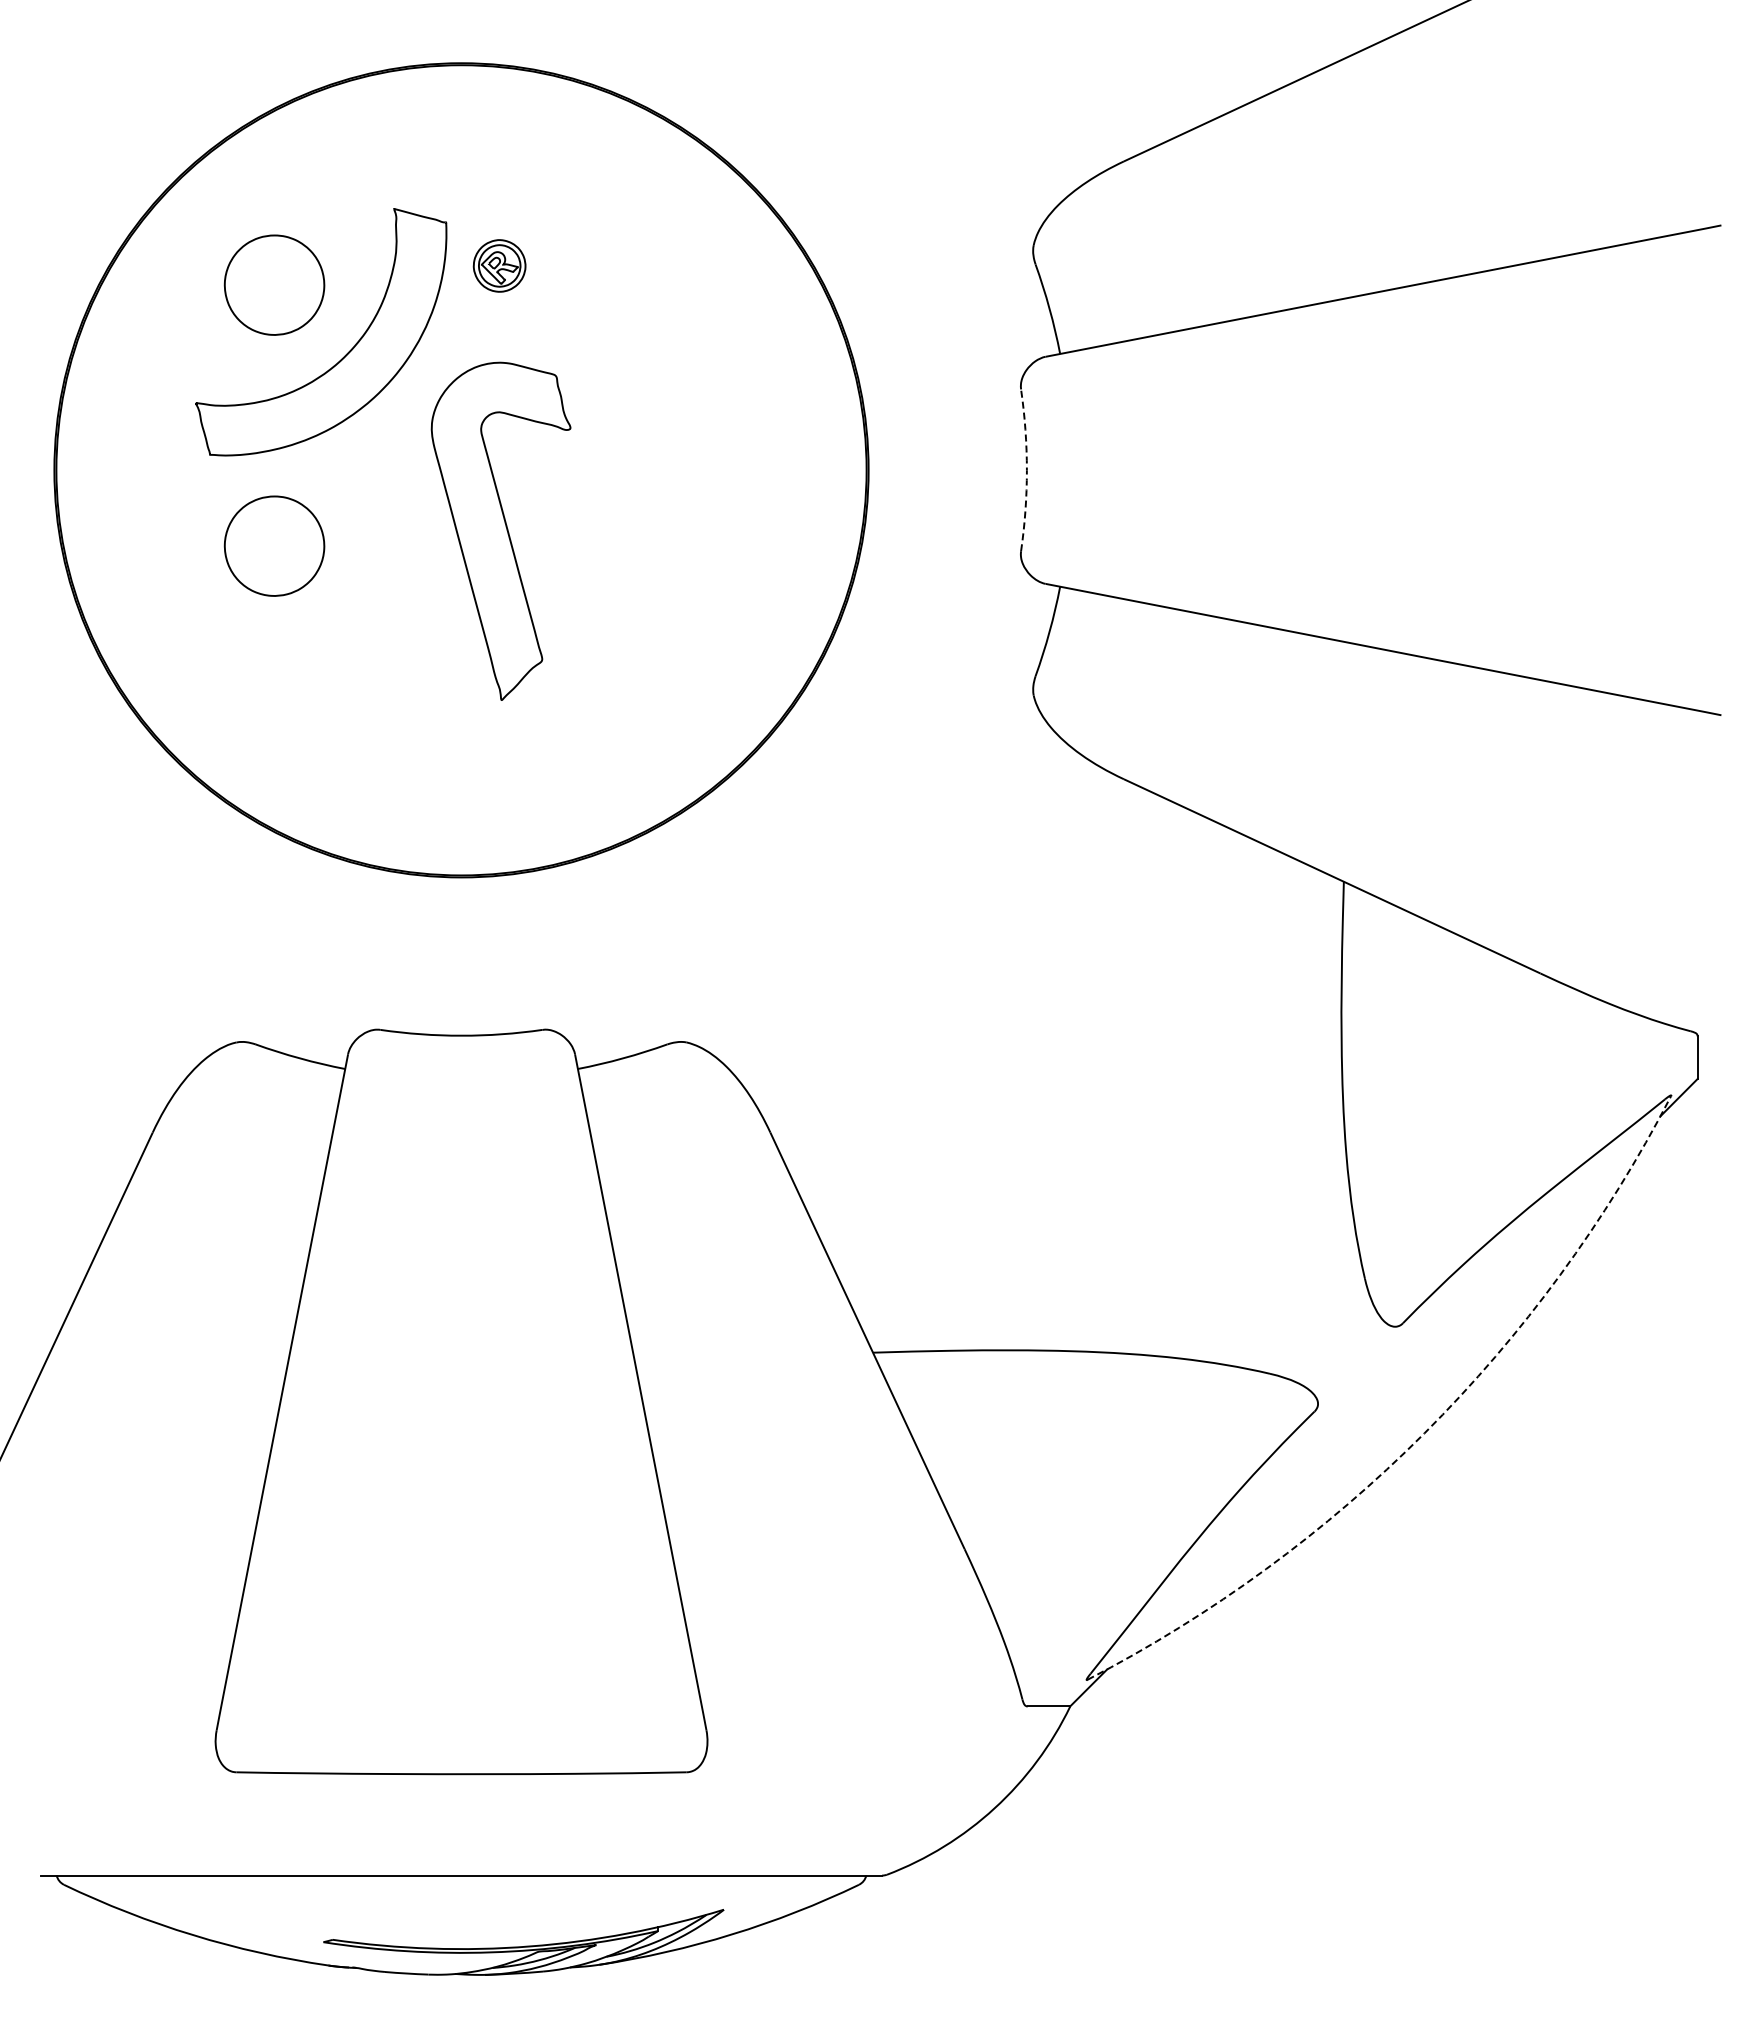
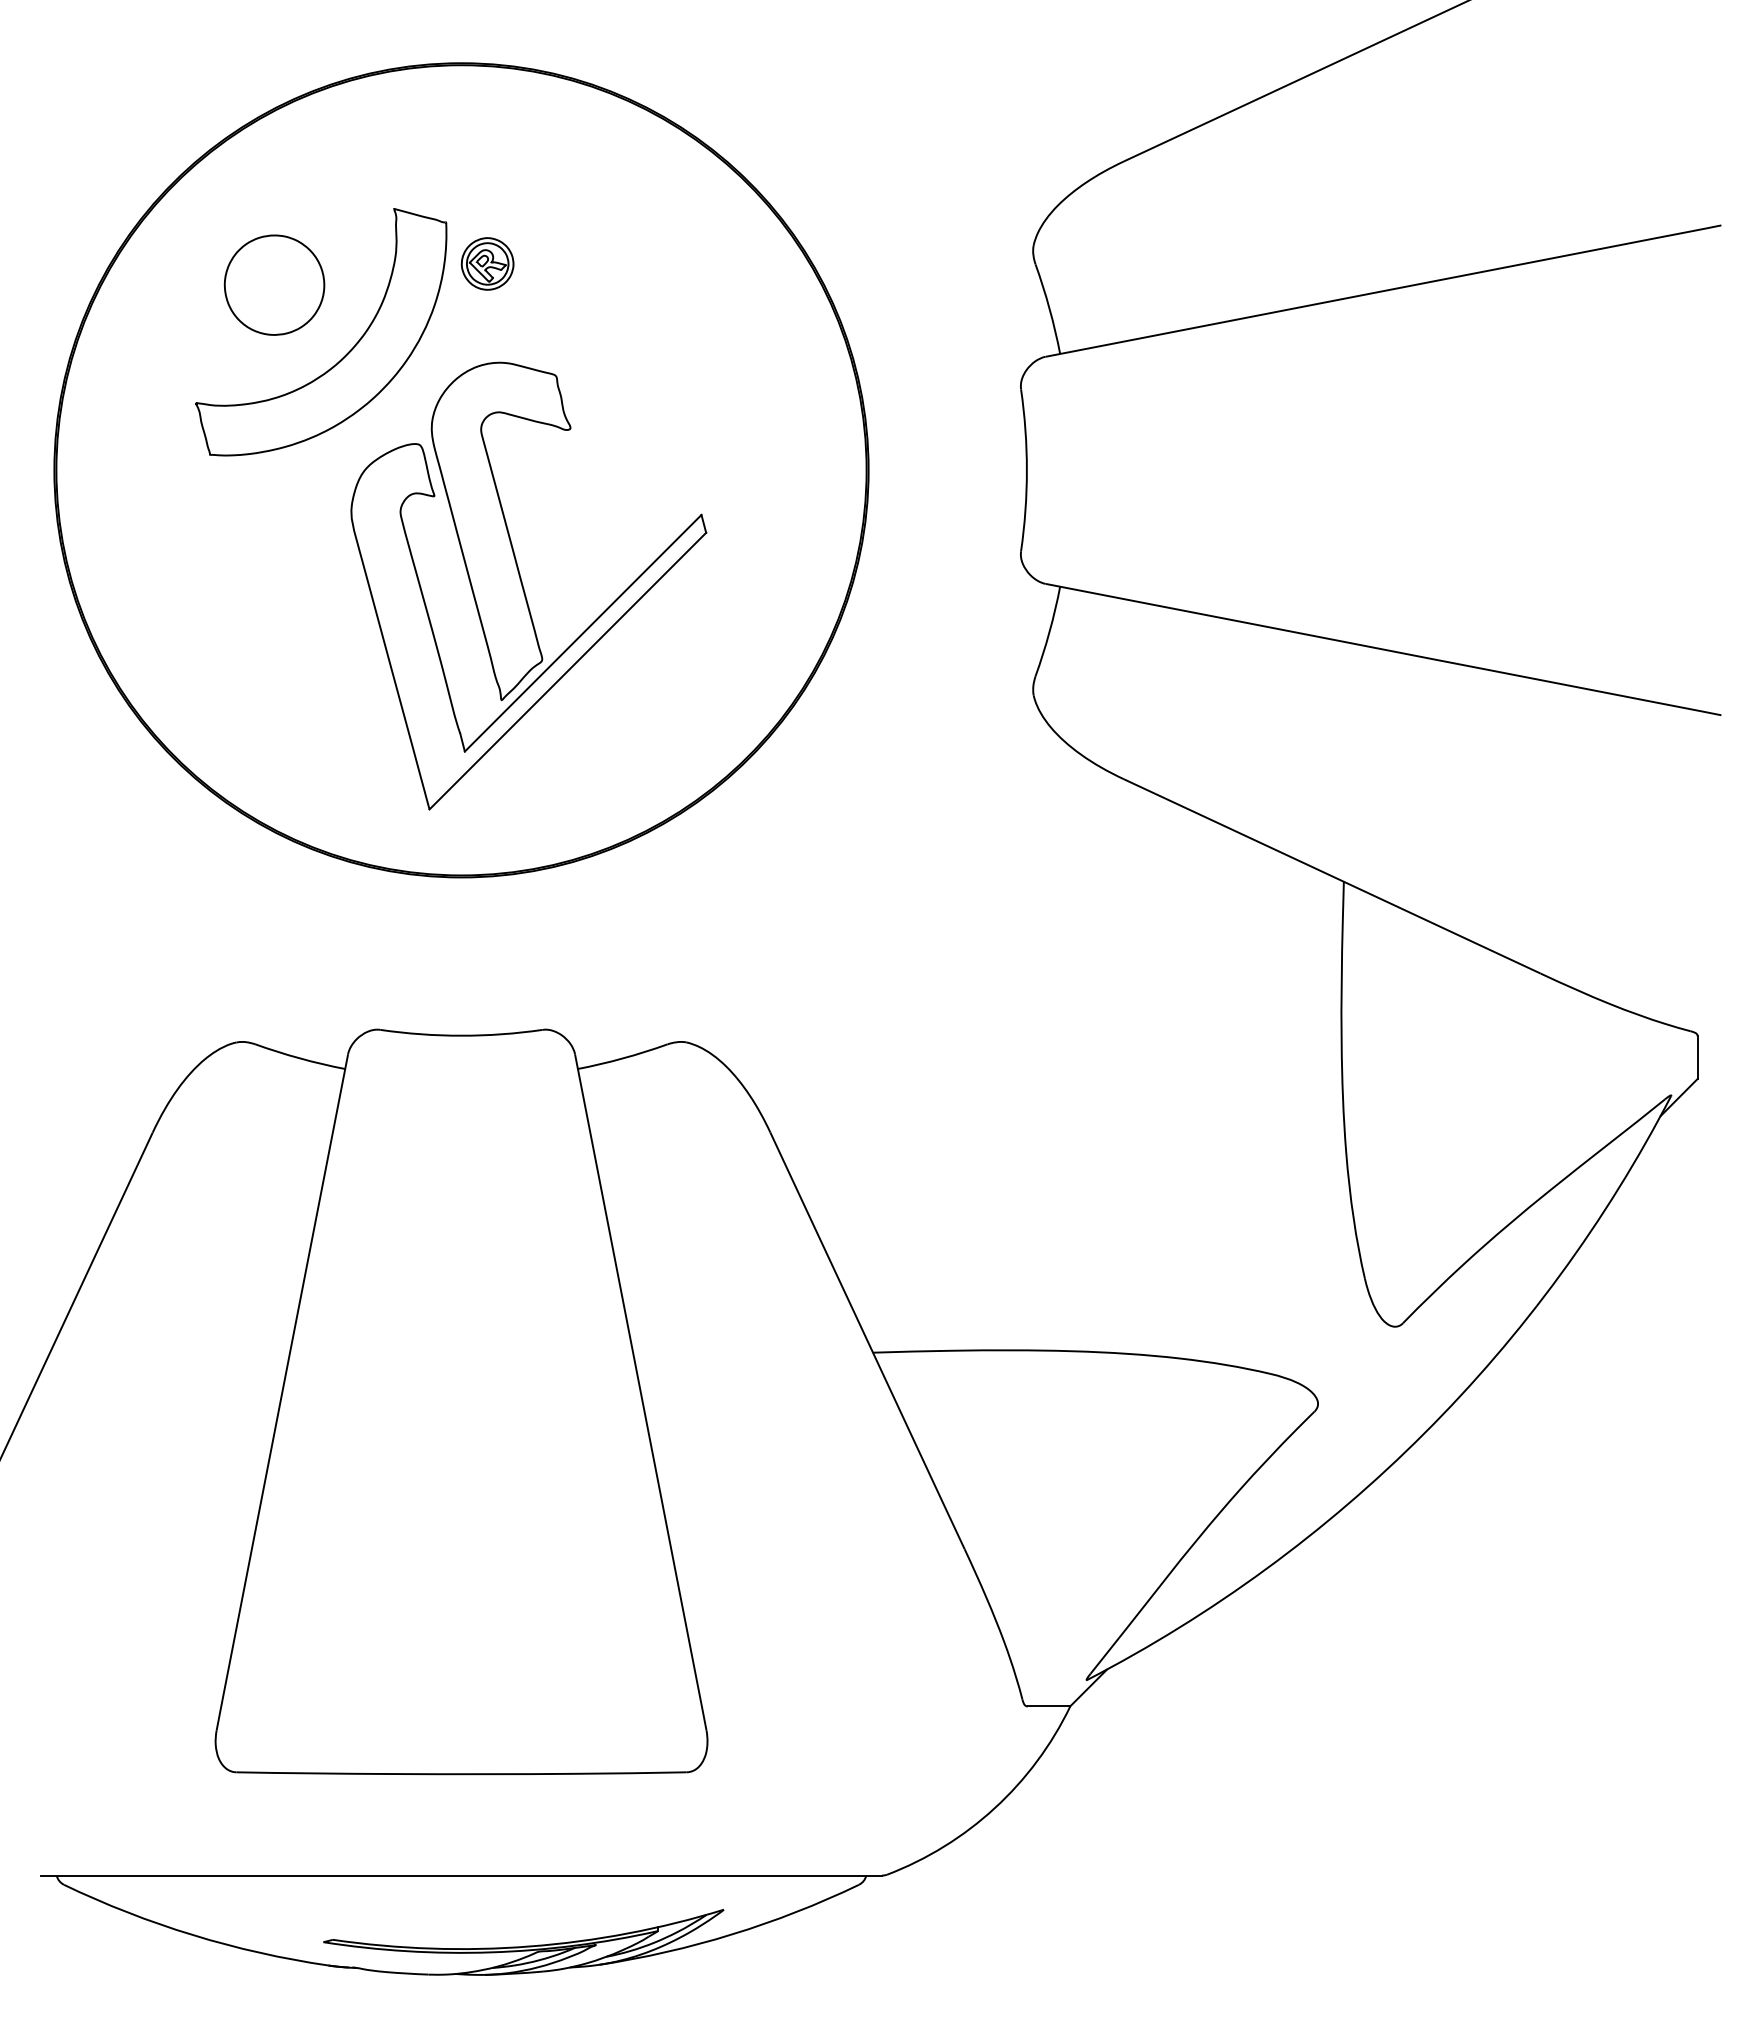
part at (499, 265) position: (499, 265) -> (487, 263)
arc at (1026, 470): dashed -> solid
part at (274, 545): present -> none
part at (558, 656): none -> present
arc at (1424, 1433): dashed -> solid
